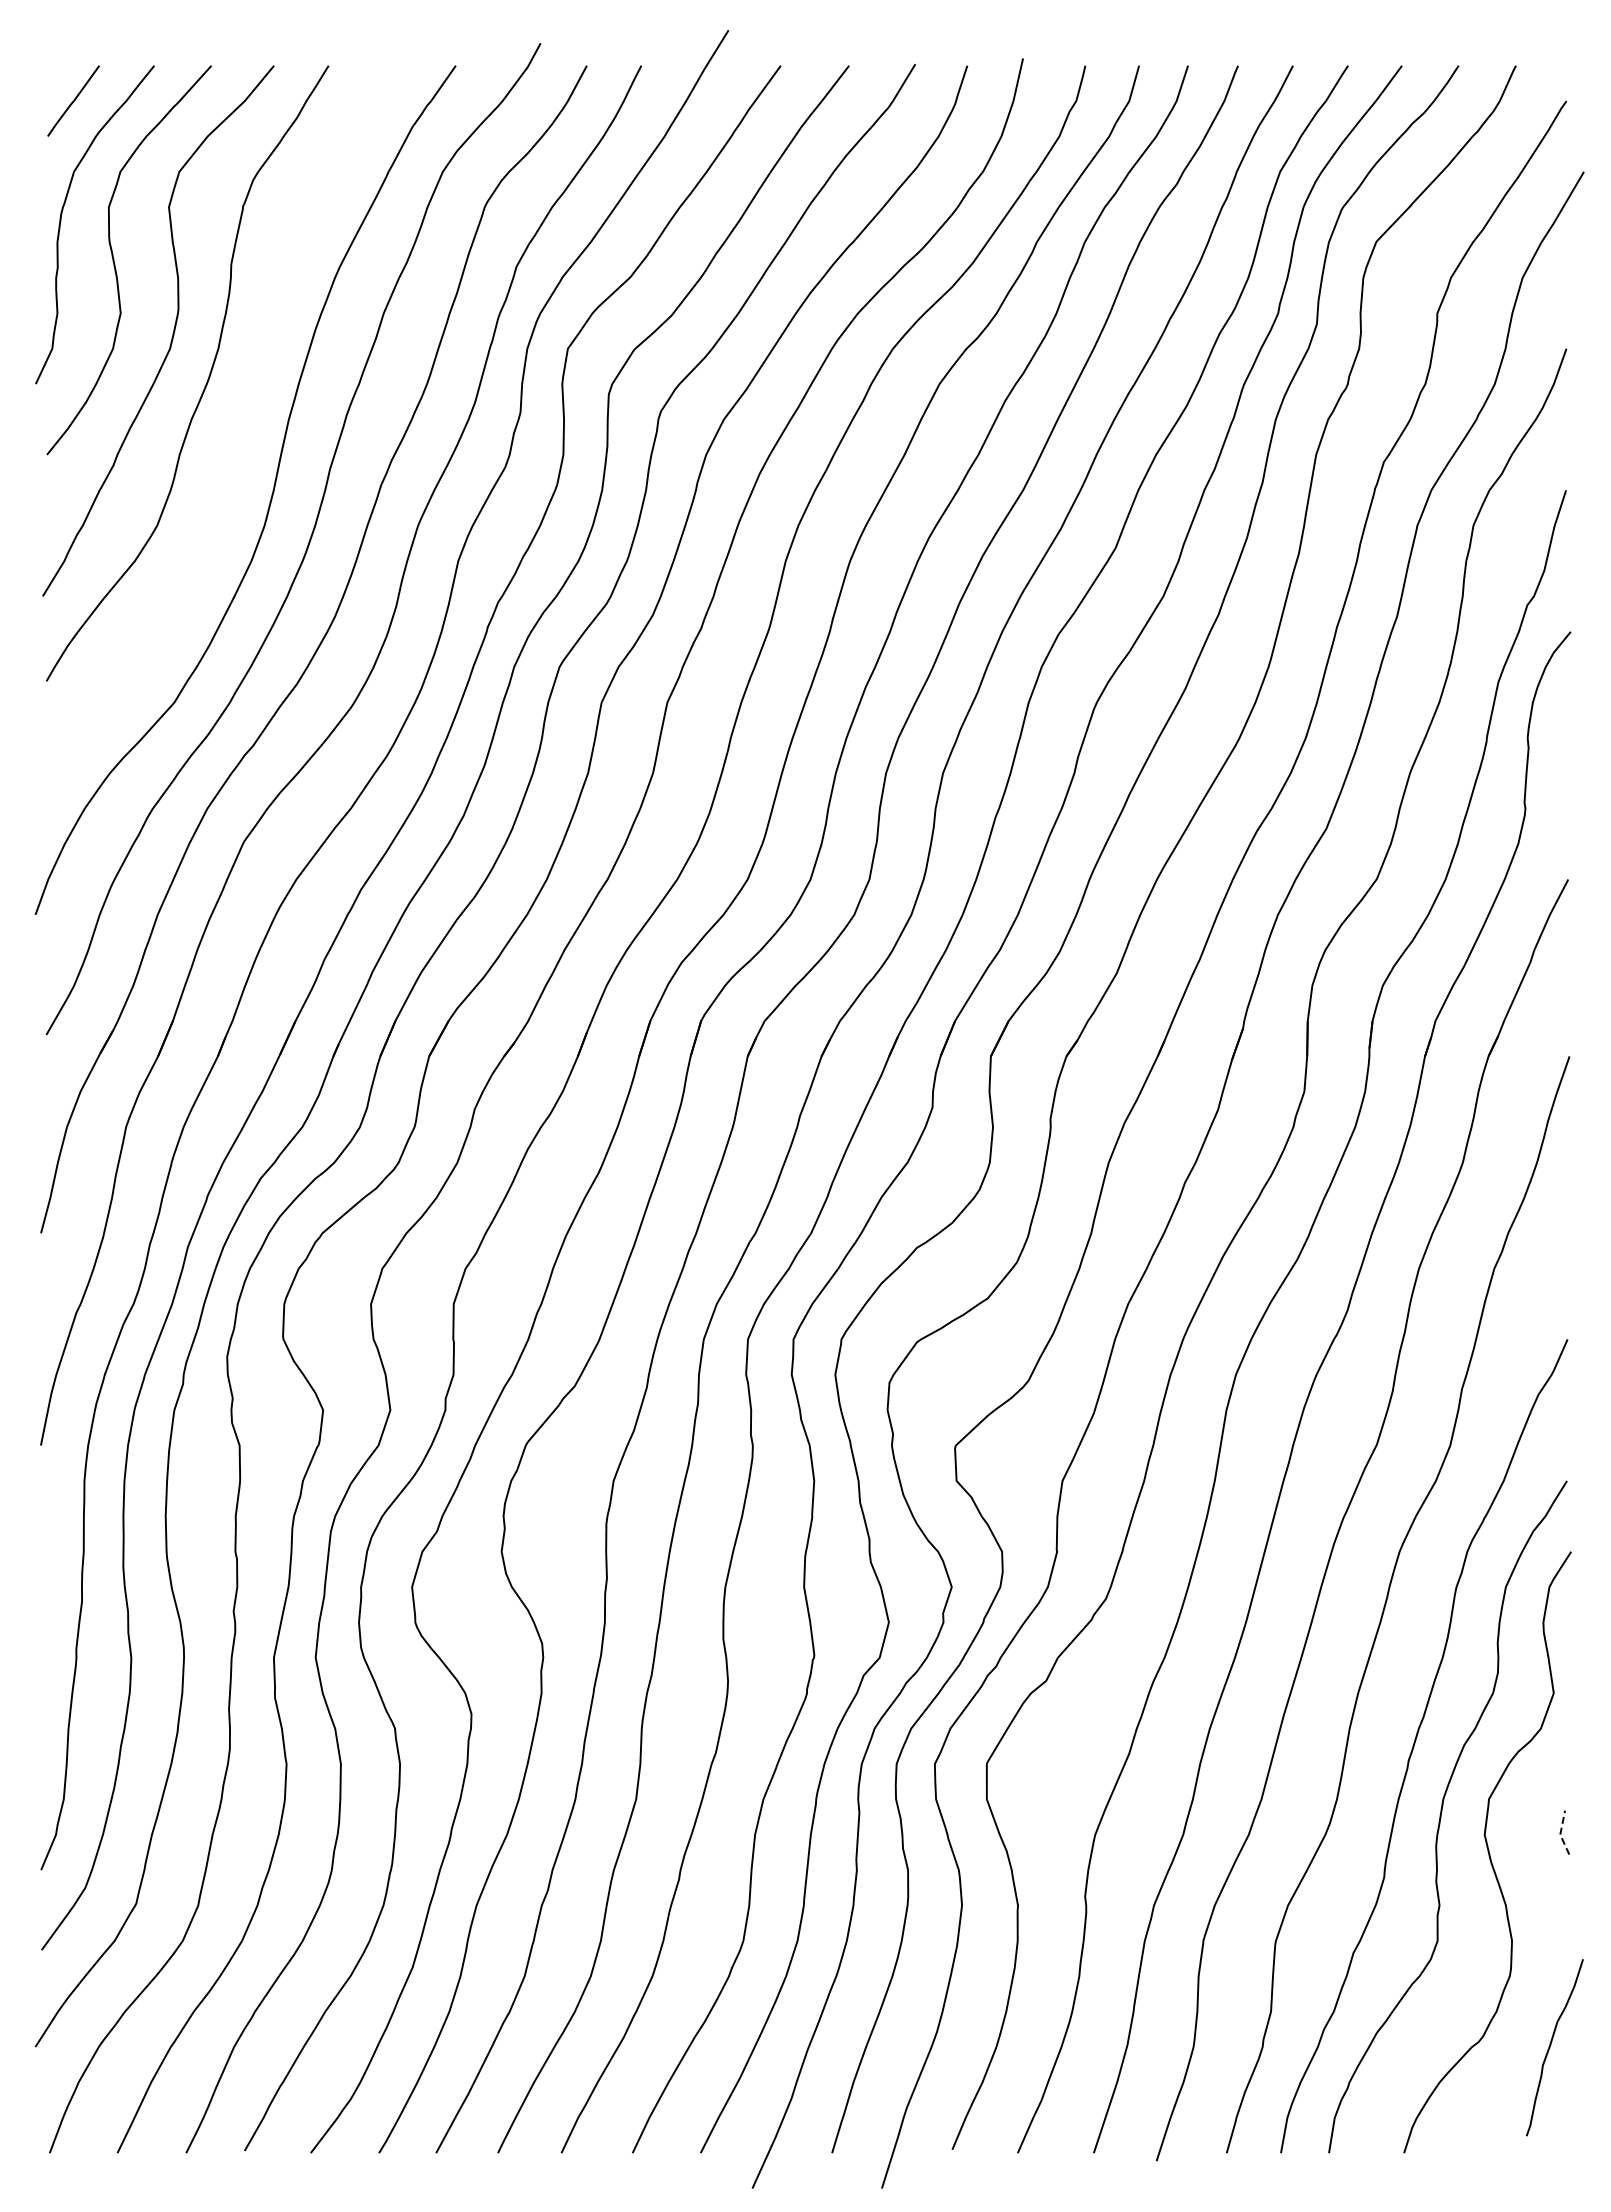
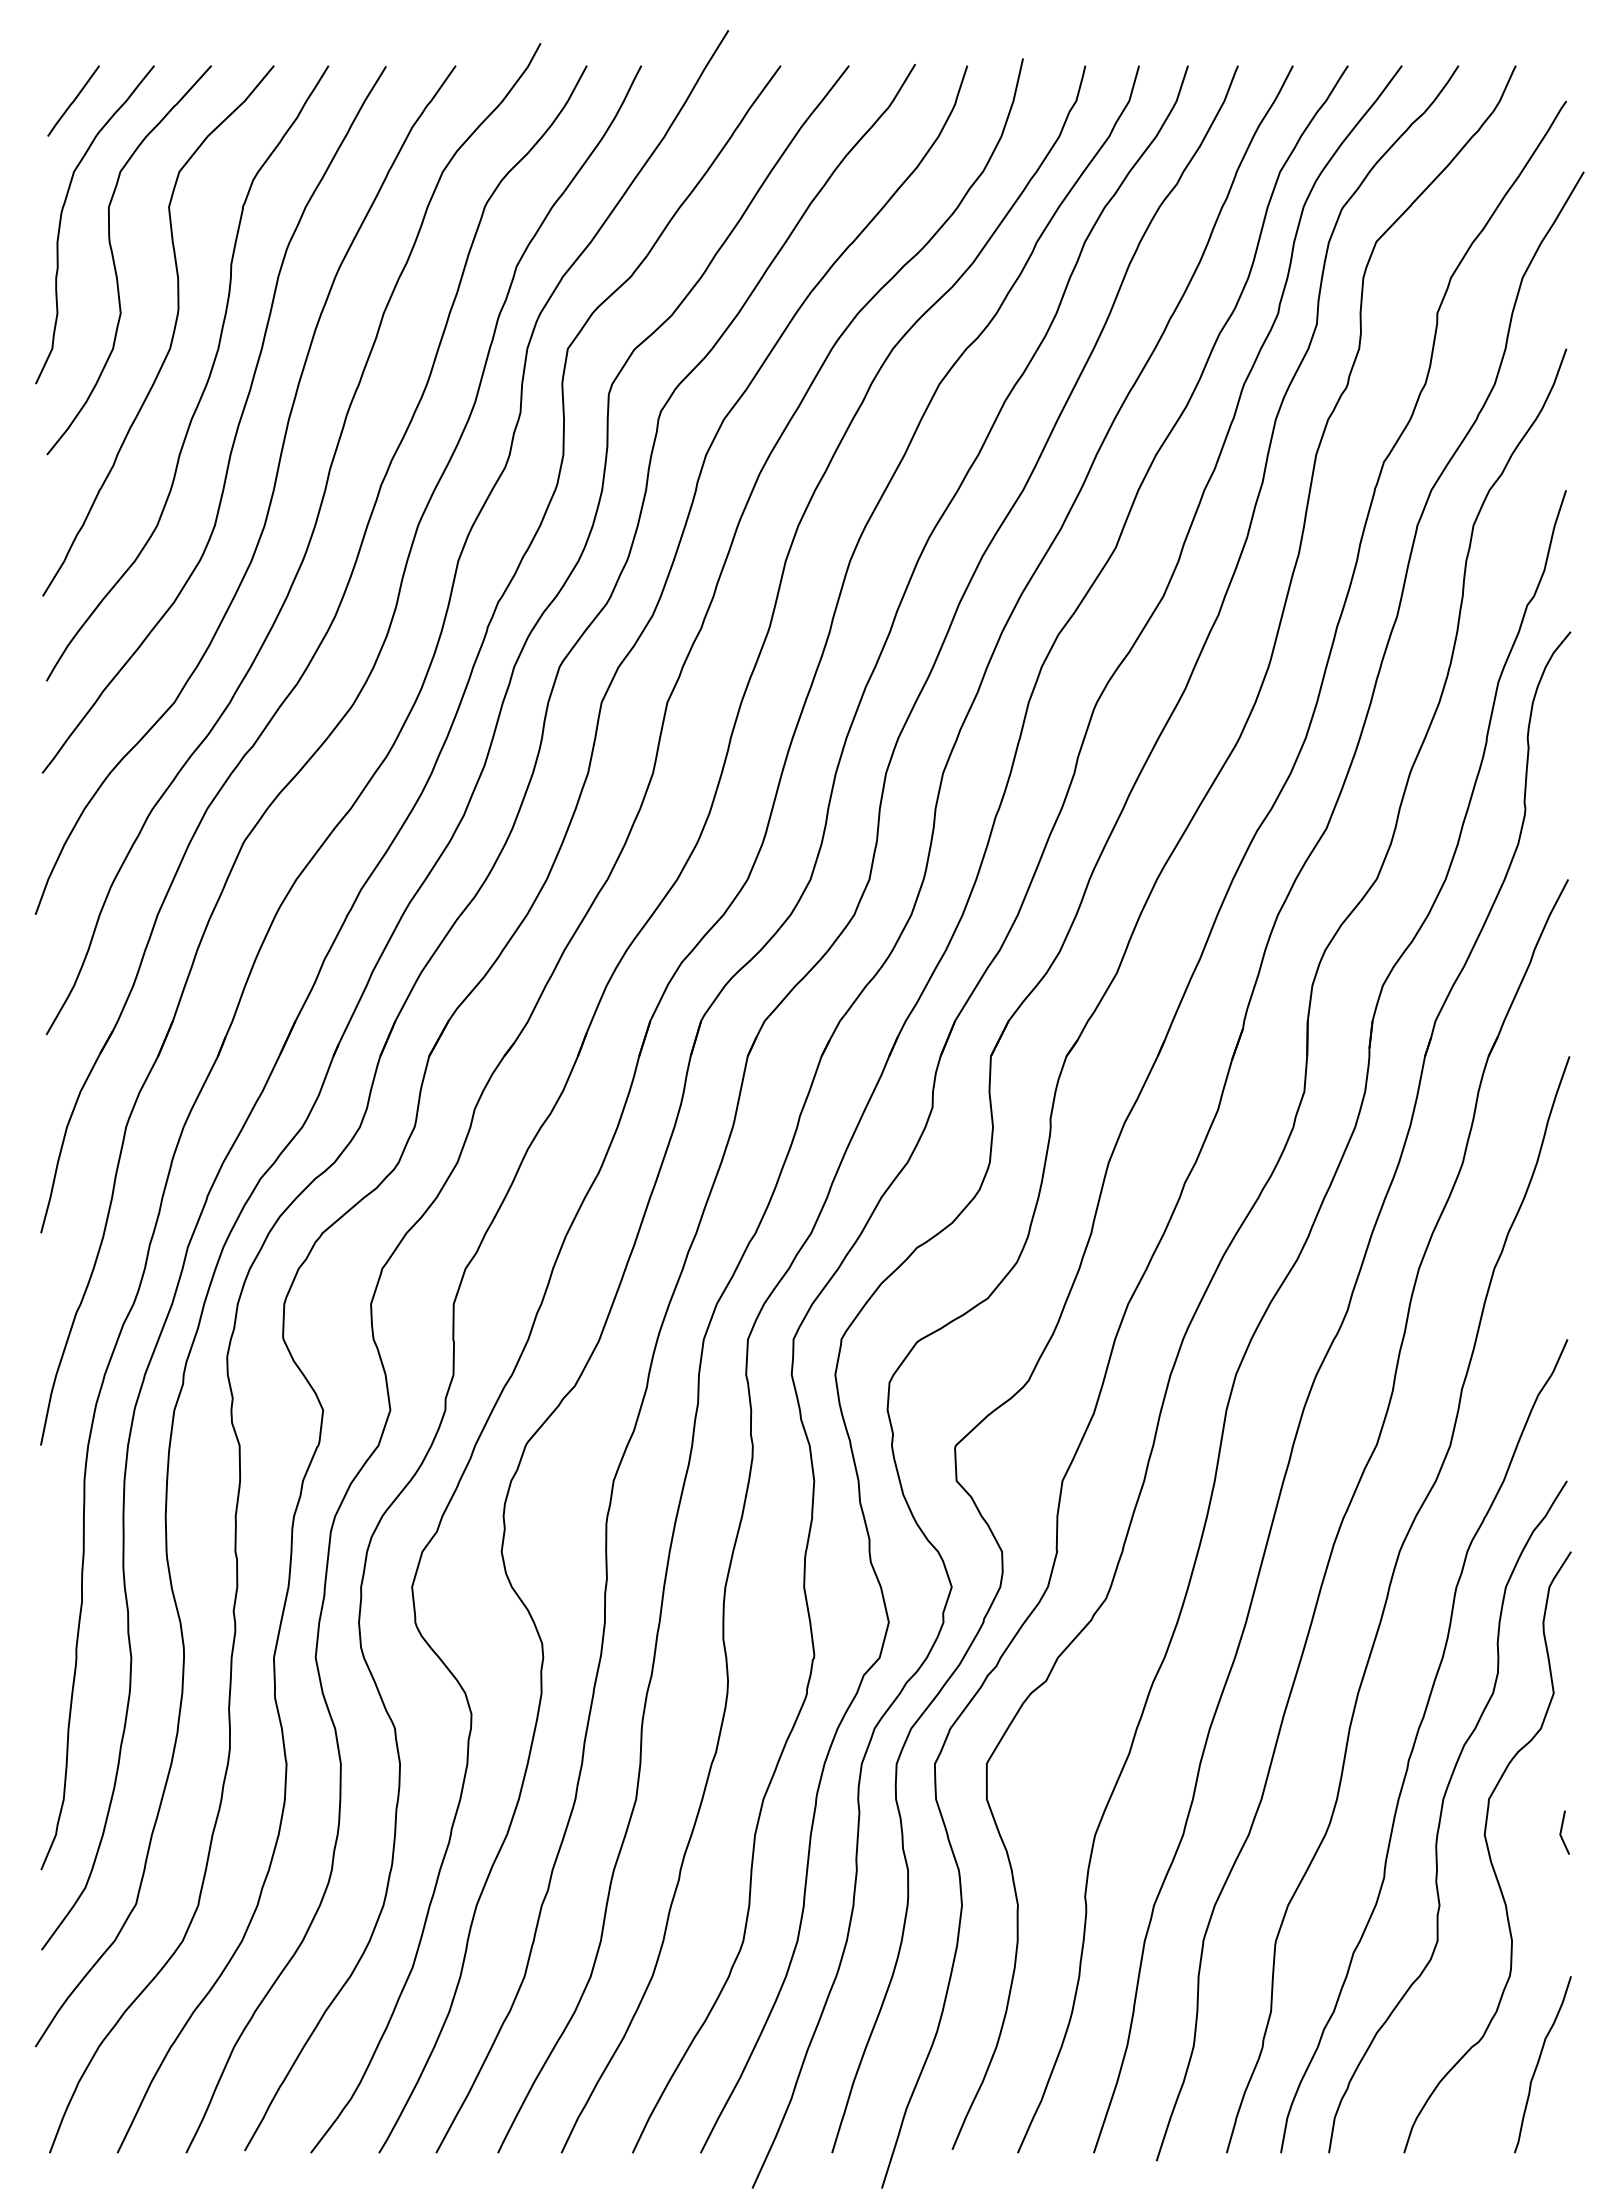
curve at (236, 428): none -> present
line at (1560, 1833): dashed -> solid
curve at (1551, 2045) position: (1551, 2045) -> (1539, 2062)
